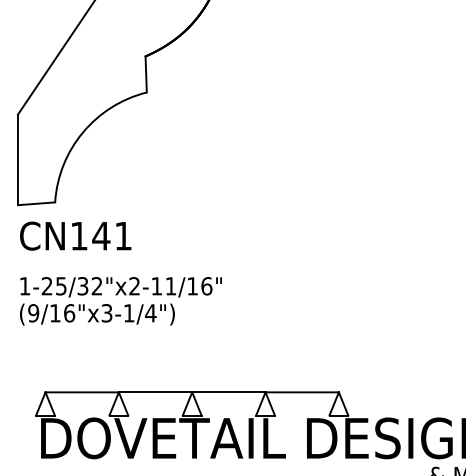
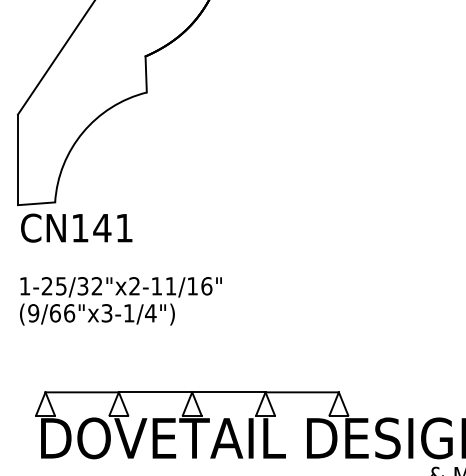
text at (75, 235) position: (75, 235) -> (76, 227)
text at (55, 313): (9/16"x3-1/4") -> (9/66"x3-1/4")
